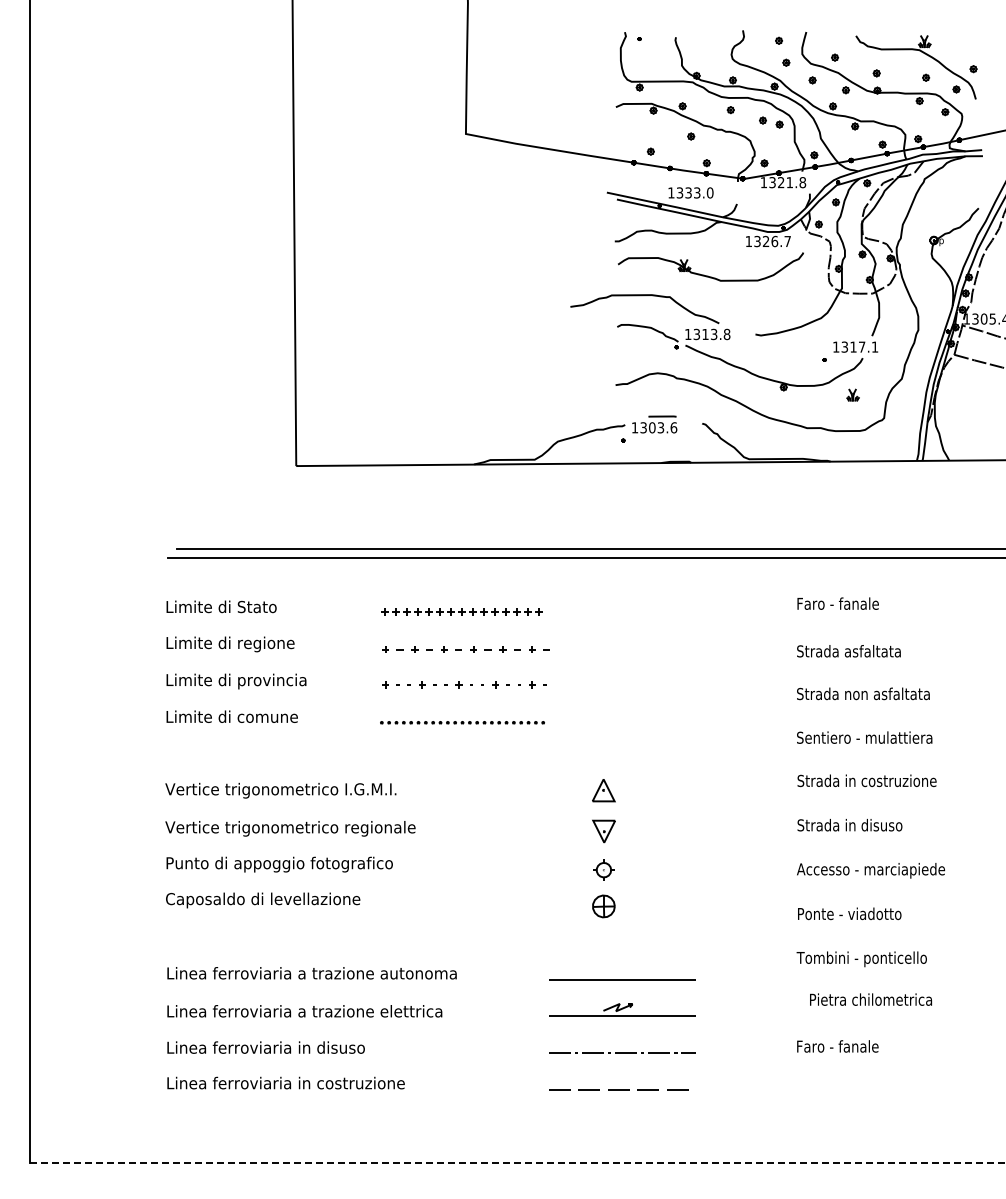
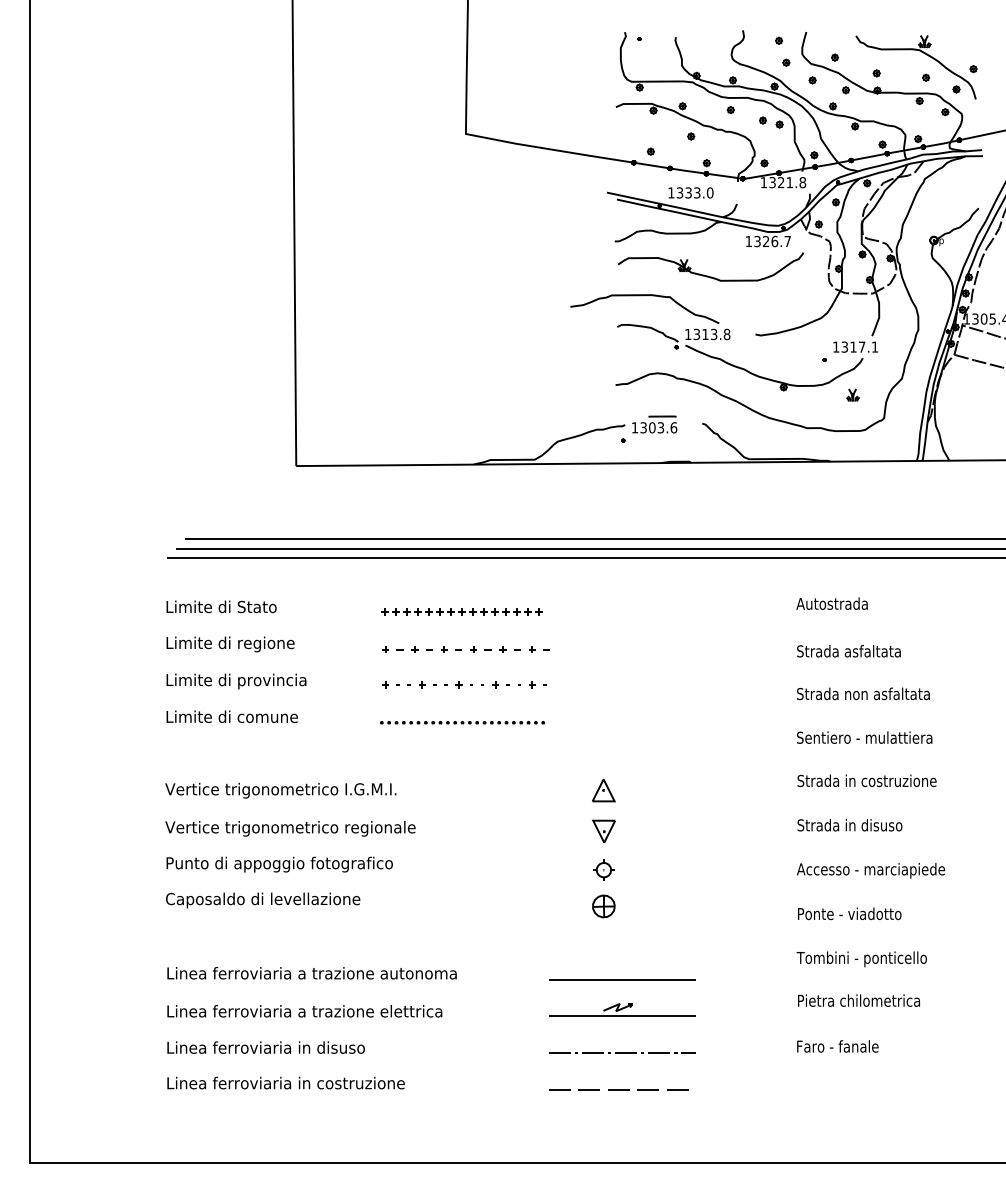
line at (594, 539): none -> present
text at (837, 603): Faro - fanale -> Autostrada
text at (870, 999) position: (870, 999) -> (858, 1000)
line at (517, 1163): dashed -> solid
